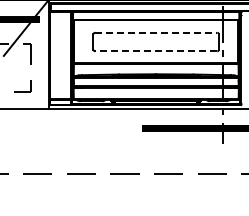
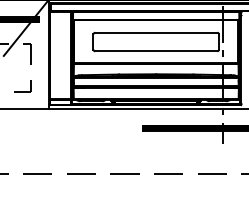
line at (156, 32): dashed -> solid
line at (155, 51): dashed -> solid
